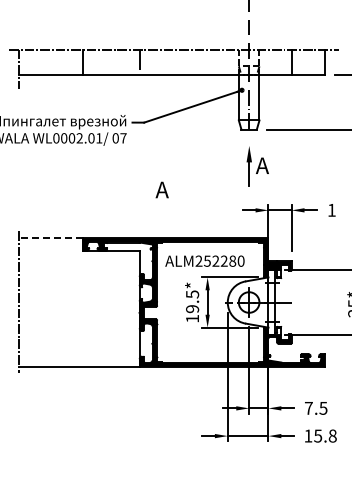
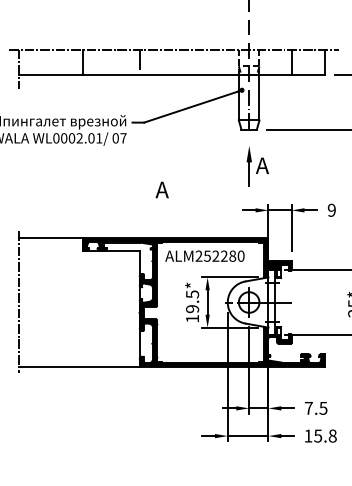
text at (331, 209): 1 -> 9
line at (50, 238): dashed -> solid
text at (204, 260) position: (204, 260) -> (204, 255)
